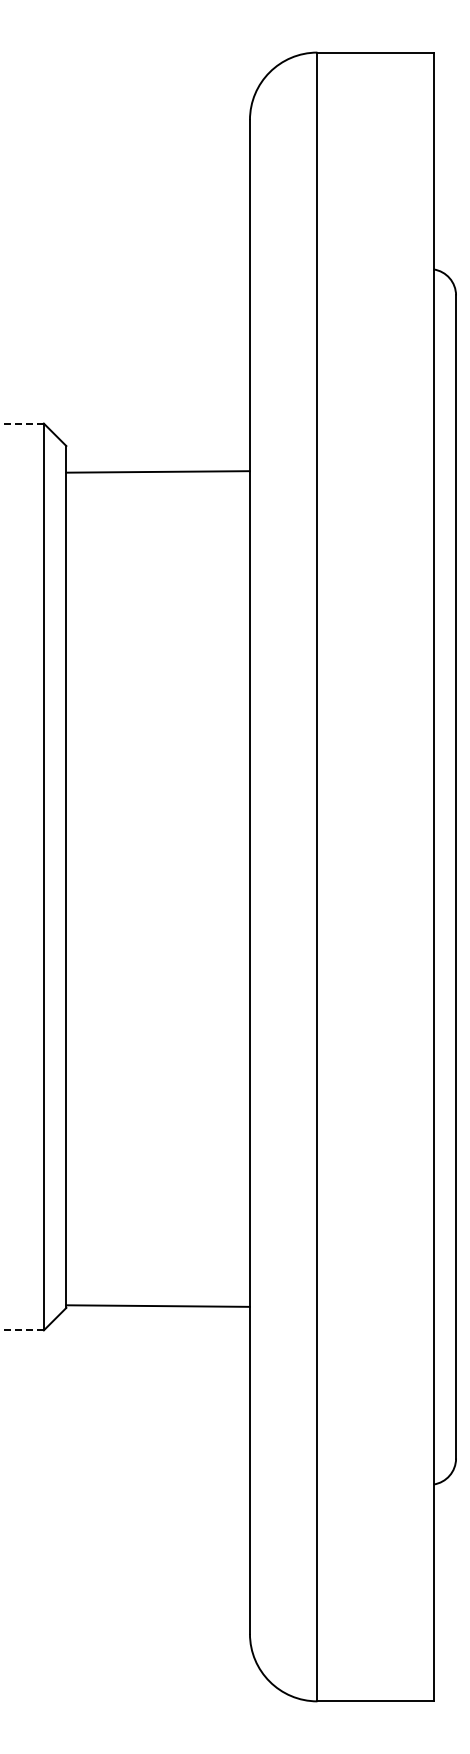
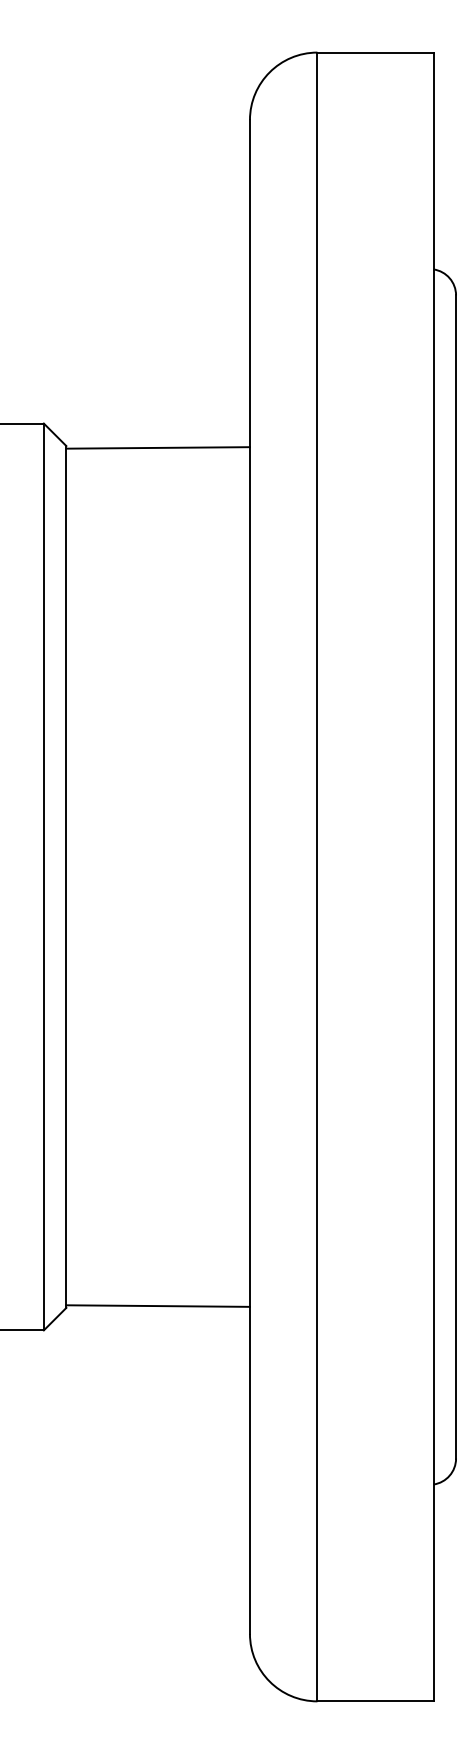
line at (21, 423): dashed -> solid
line at (157, 471) position: (157, 471) -> (157, 447)
line at (21, 1330): dashed -> solid
